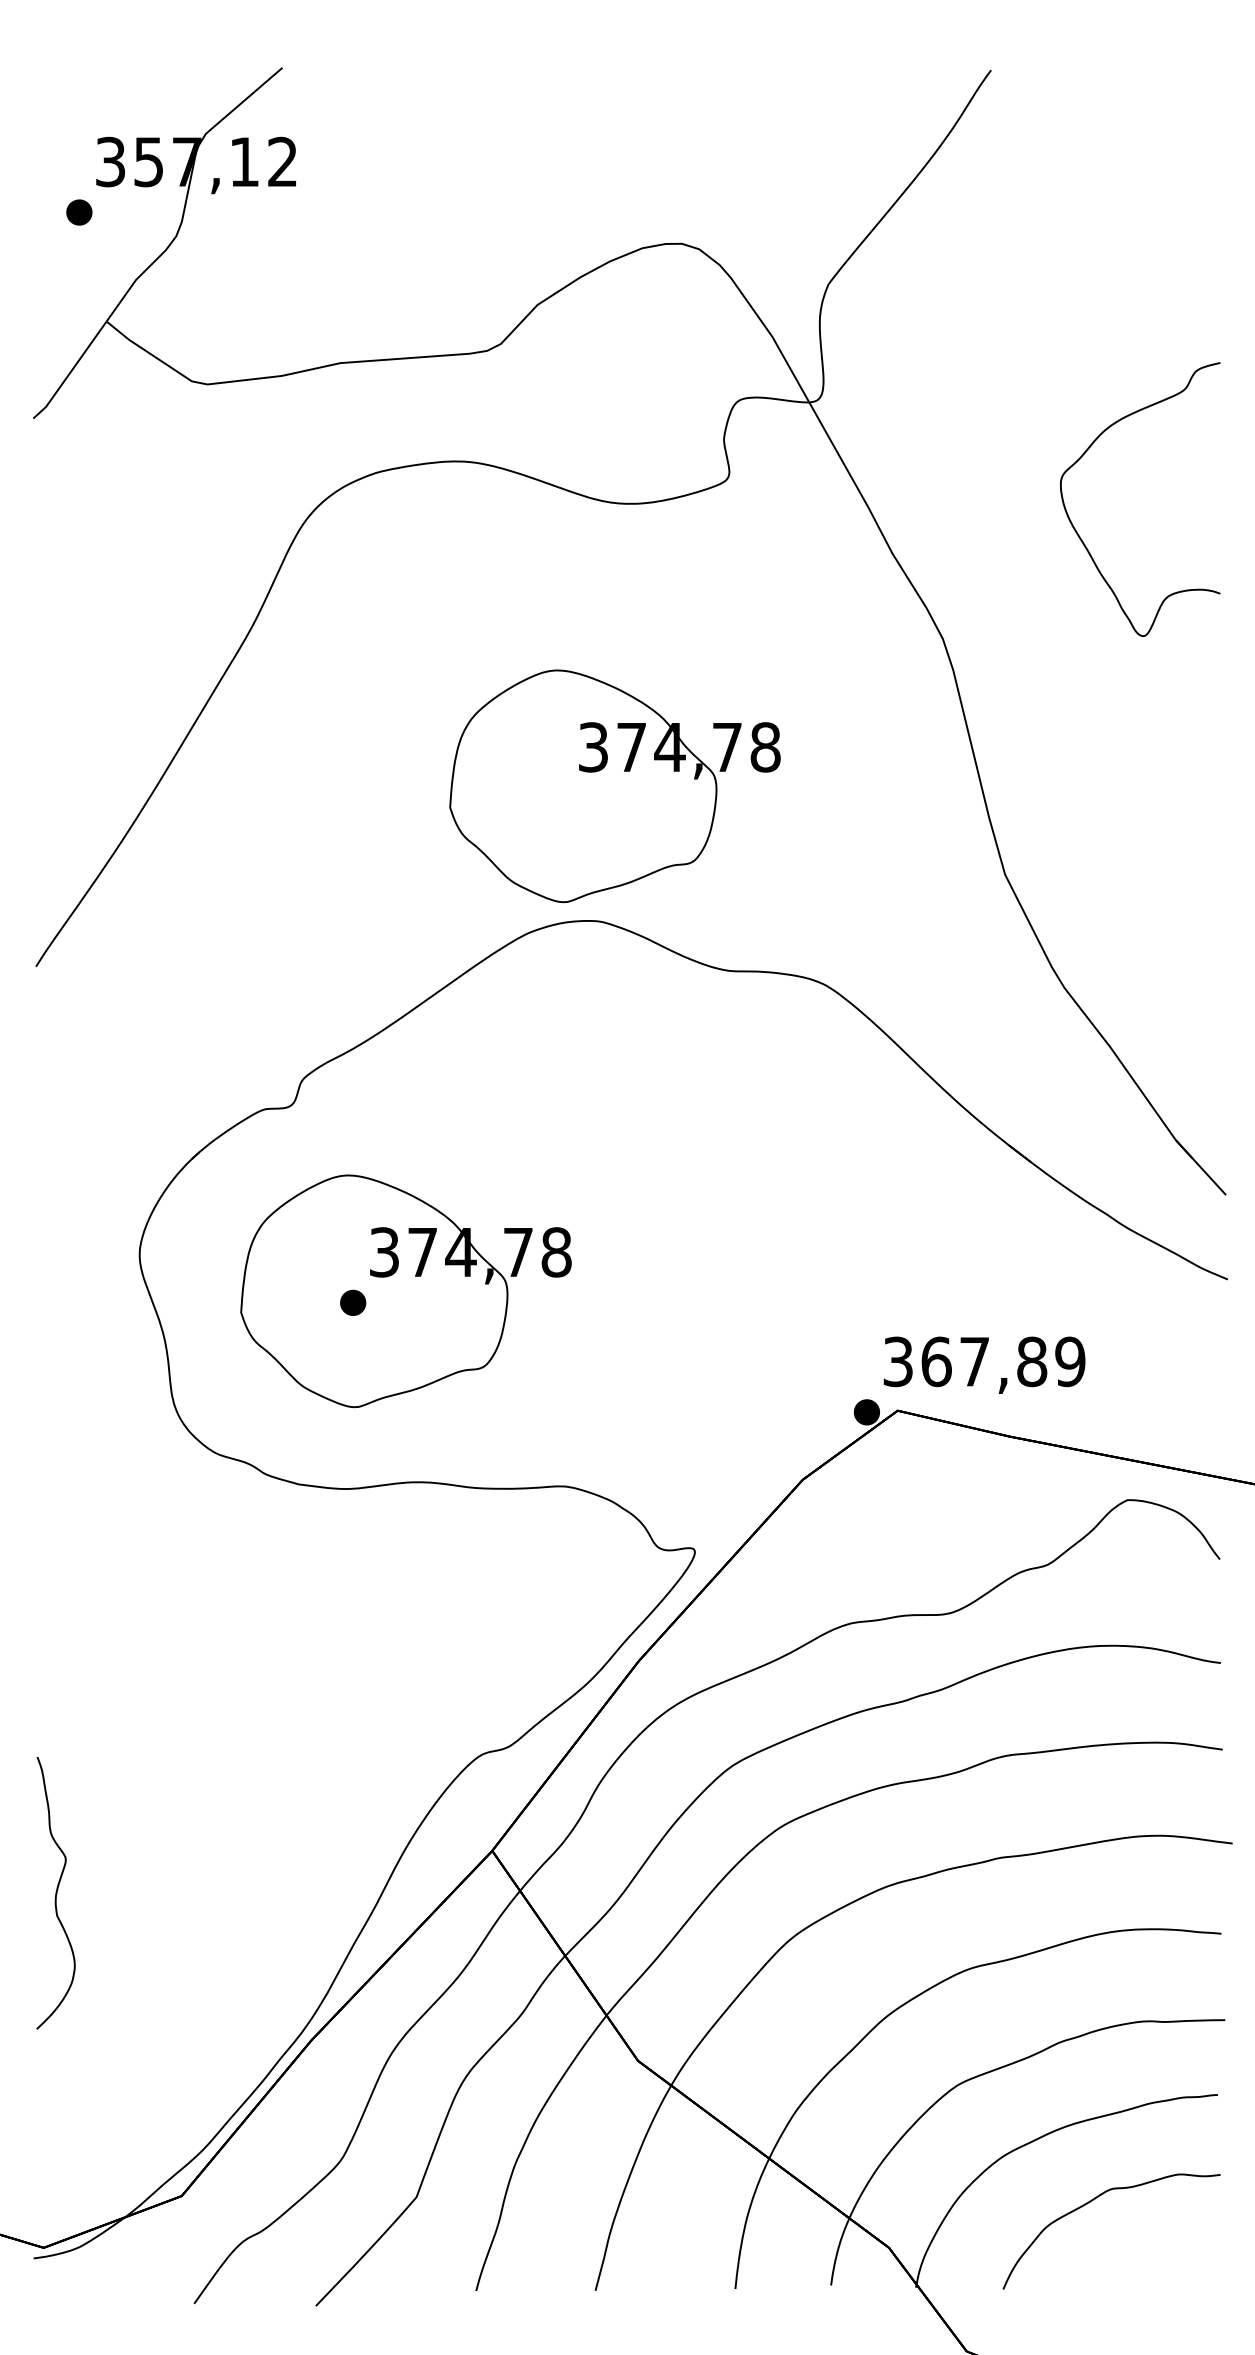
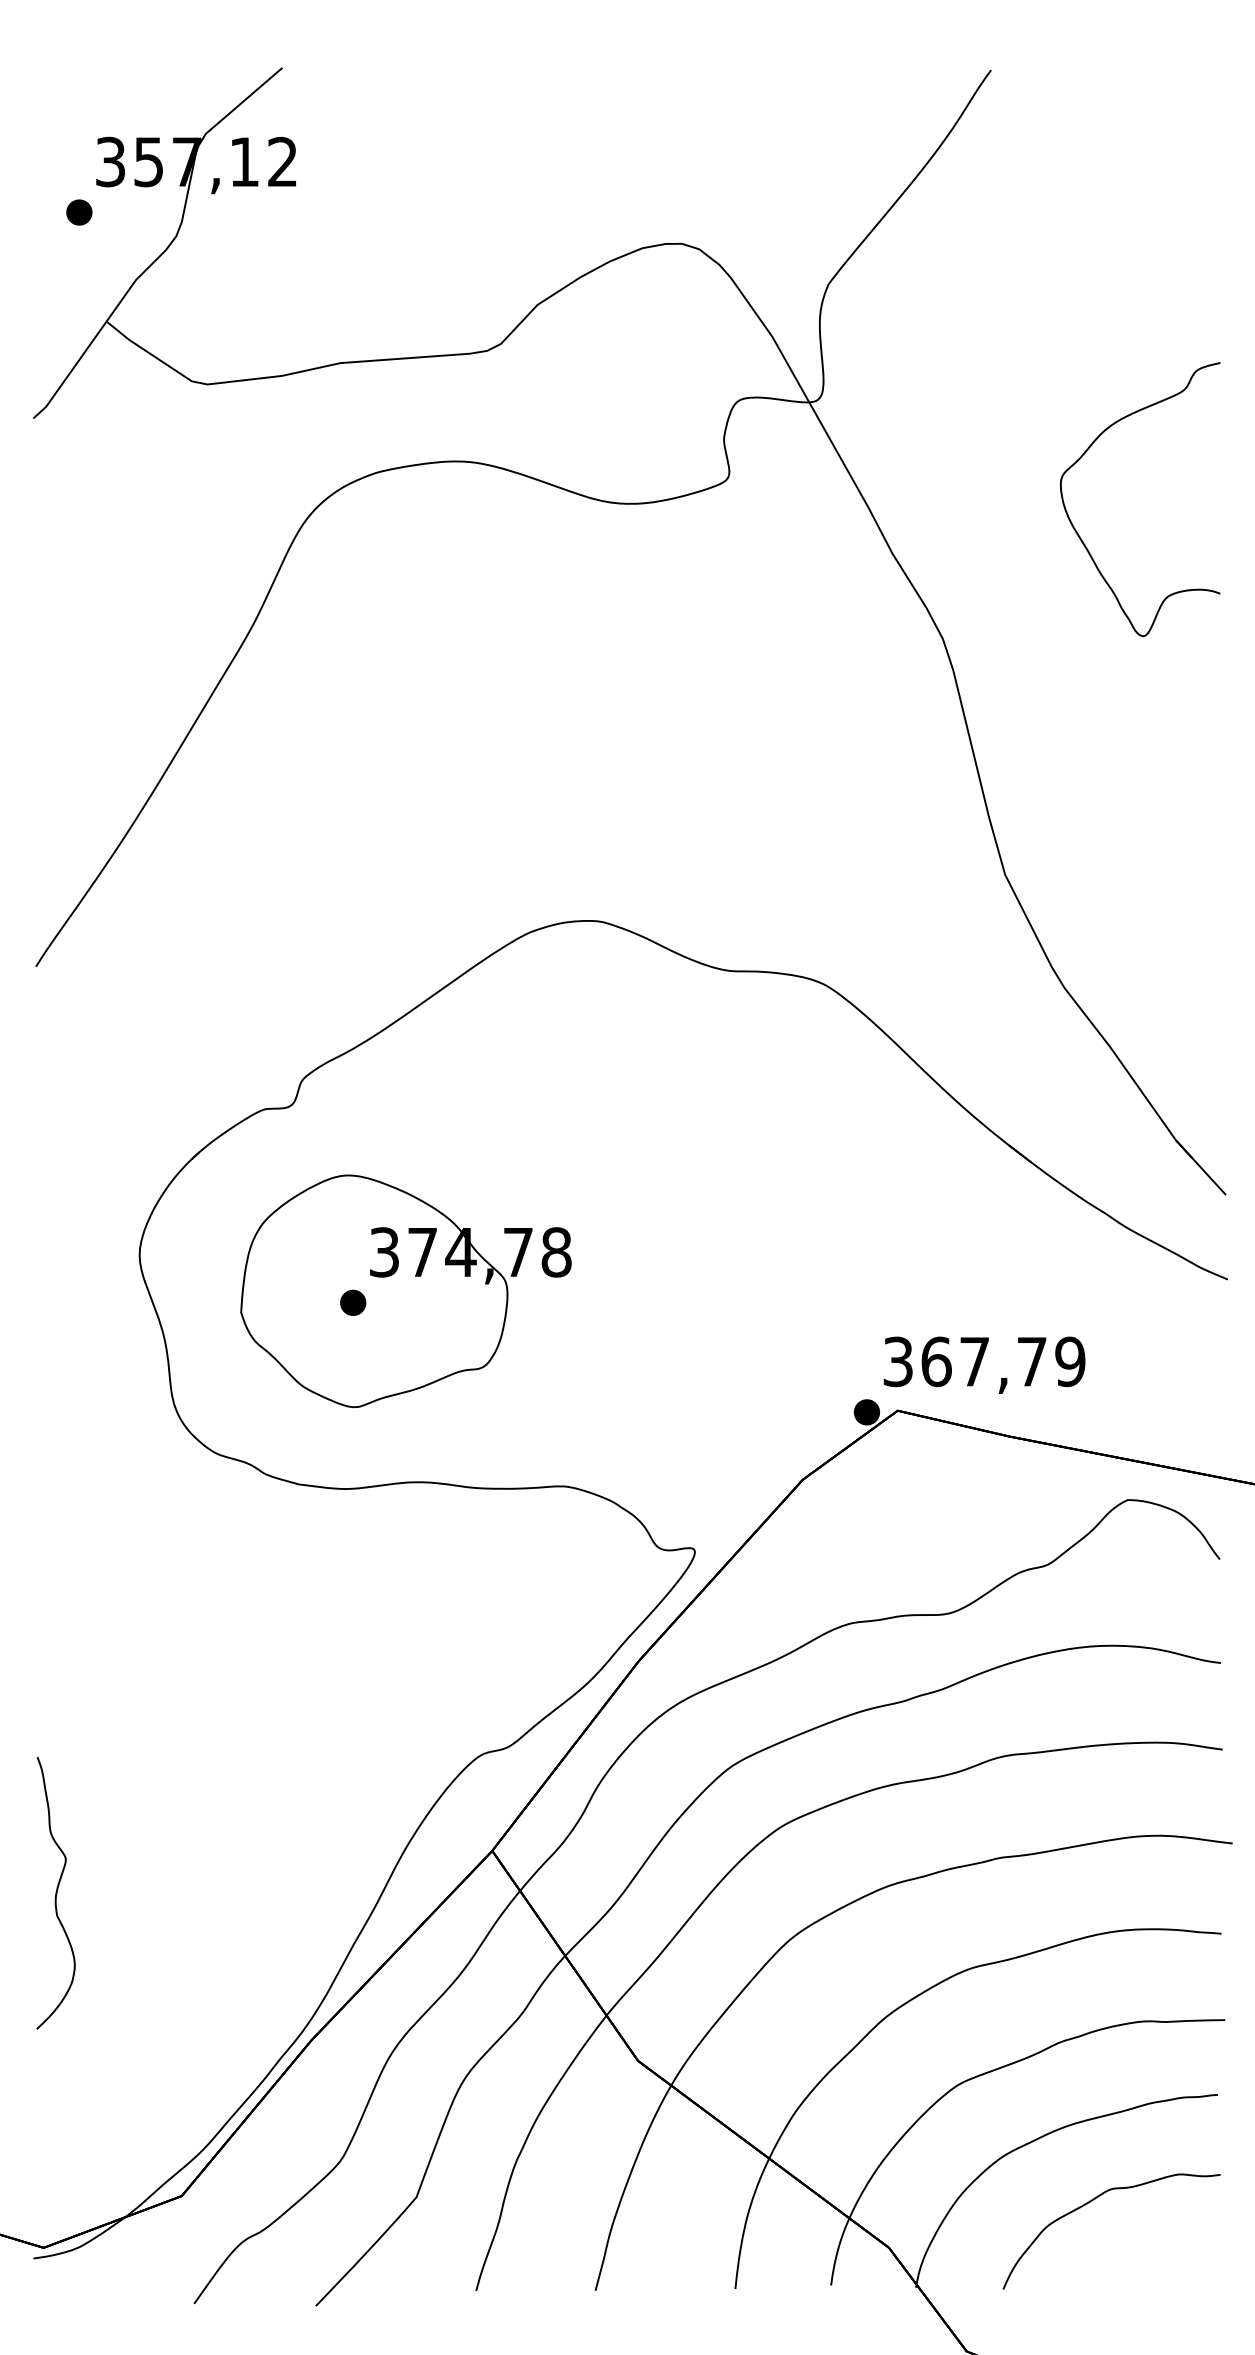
part at (614, 786): present -> none
text at (1032, 1361): 367,89 -> 367,79
